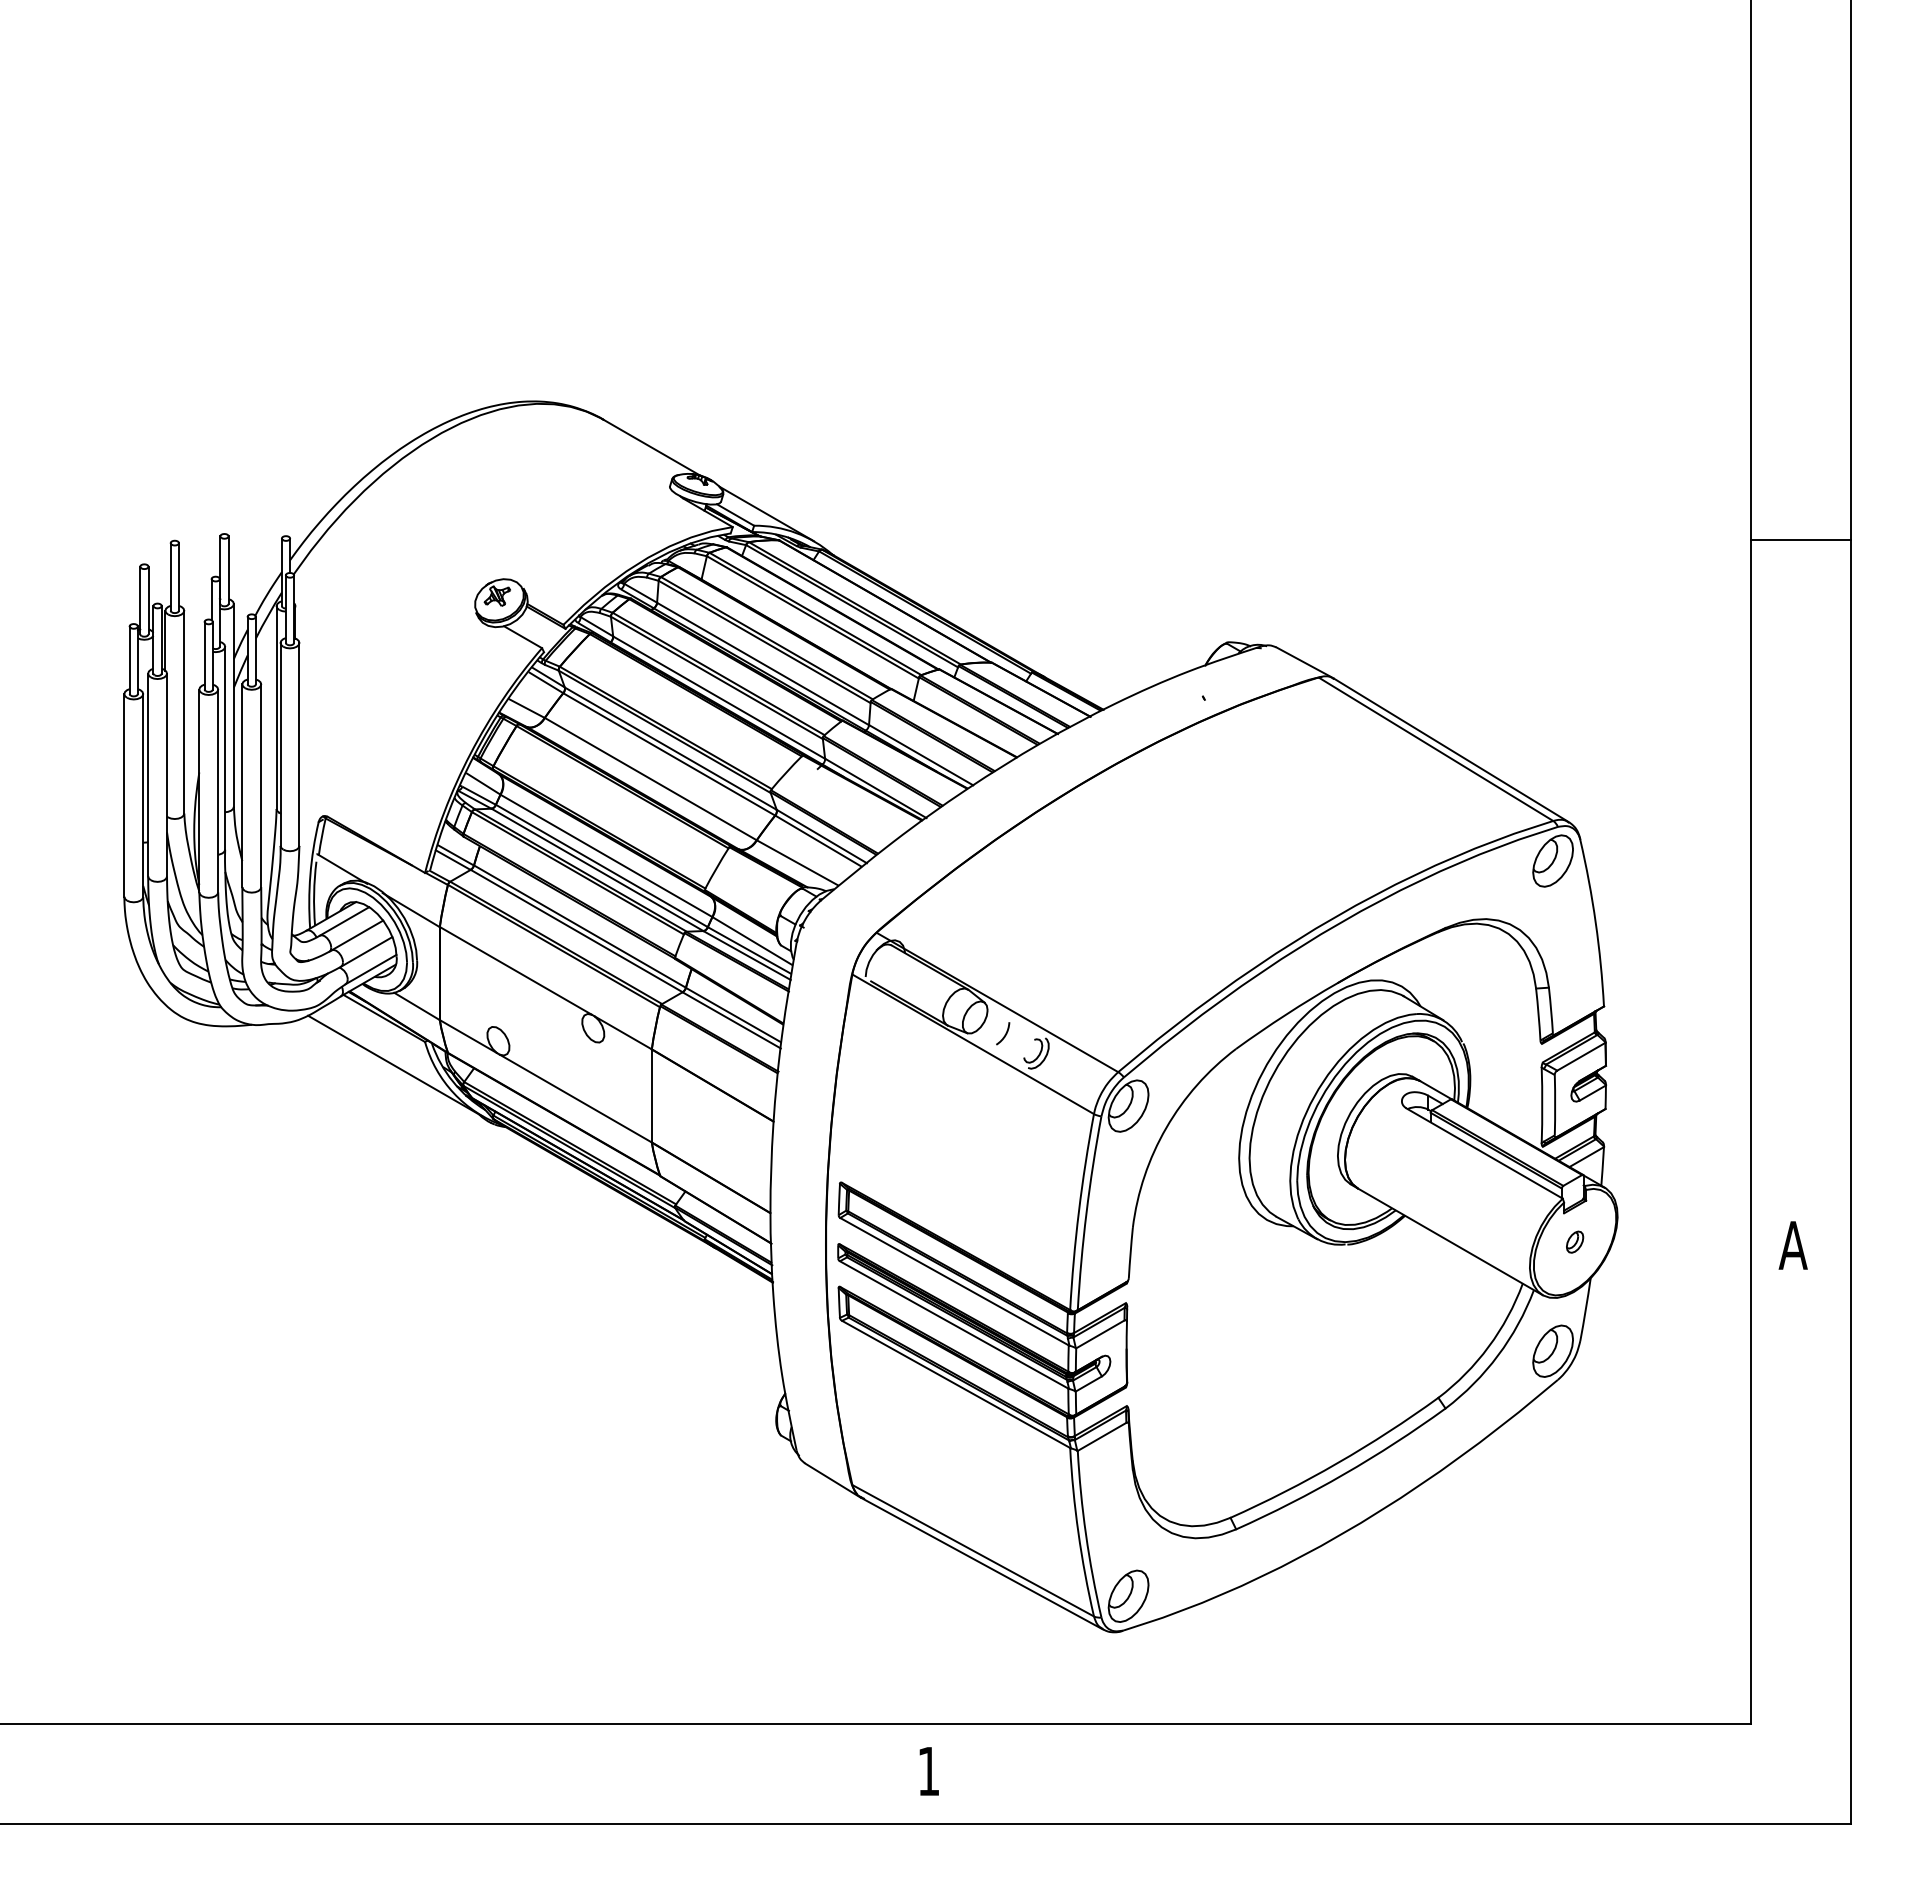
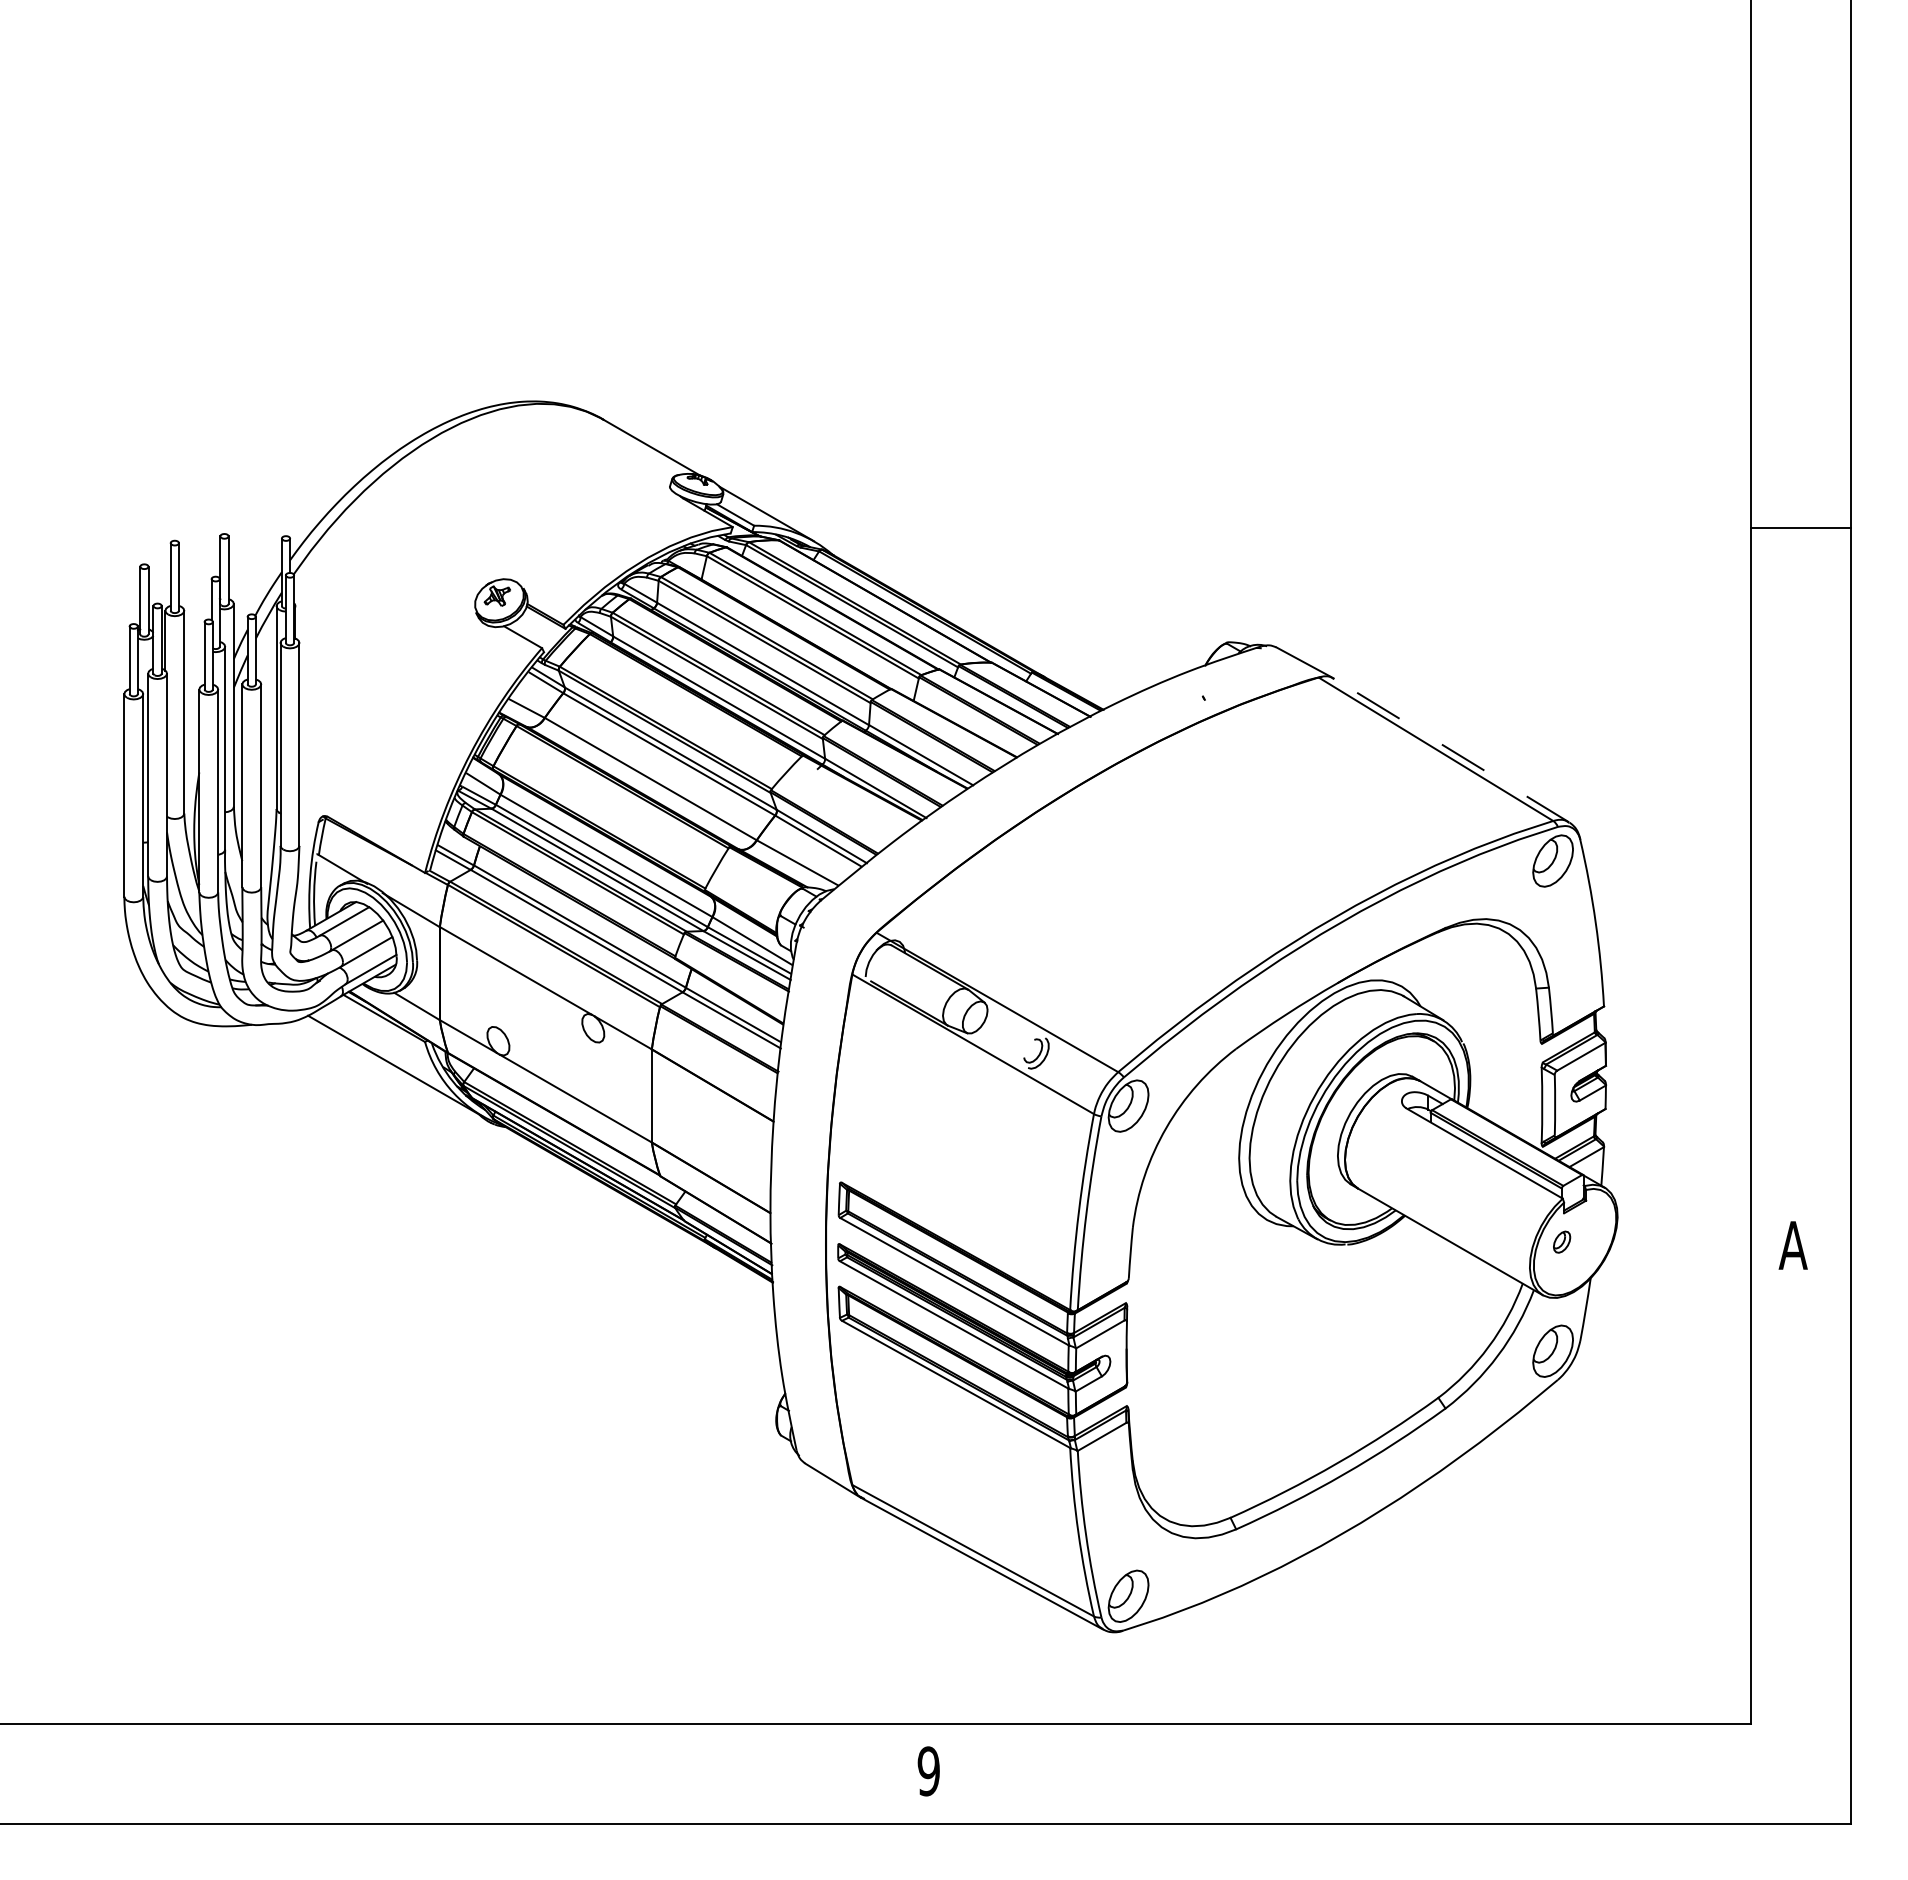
line at (1800, 539) position: (1800, 539) -> (1800, 527)
line at (1451, 750): solid -> dashed
arc at (1004, 1034): present -> none
part at (1575, 1241) position: (1575, 1241) -> (1562, 1241)
text at (928, 1771): 1 -> 9
